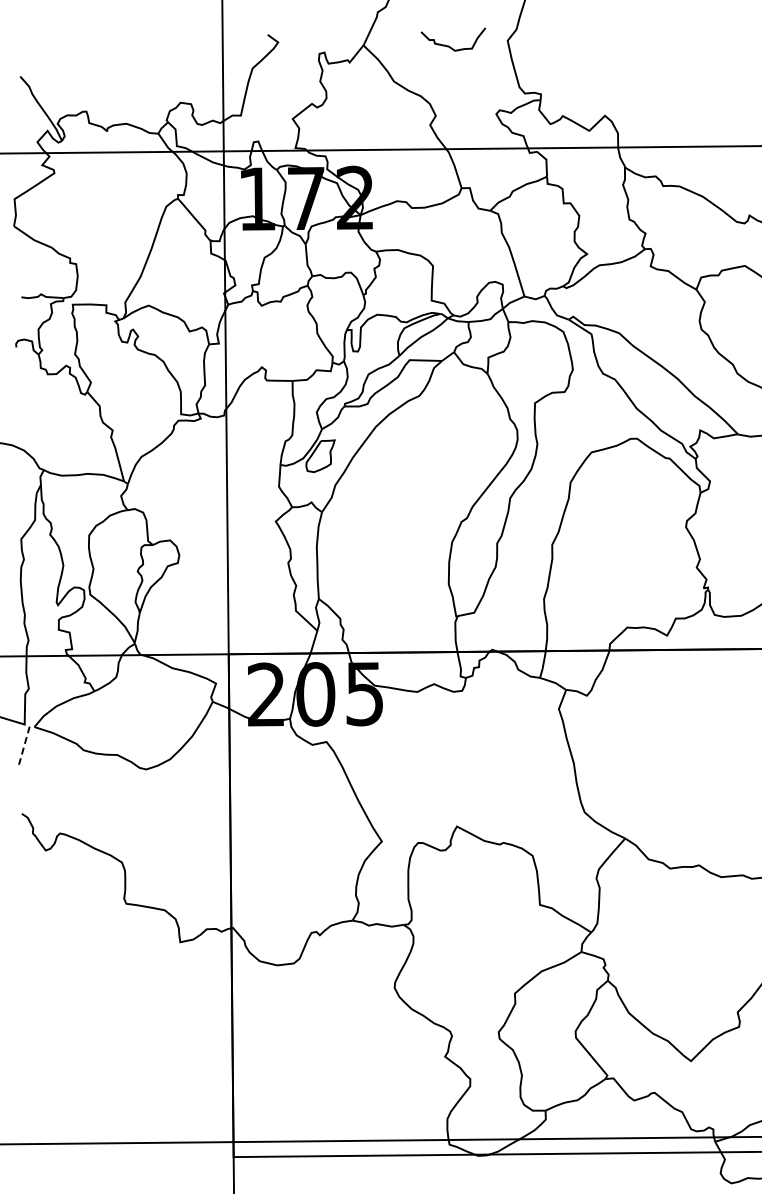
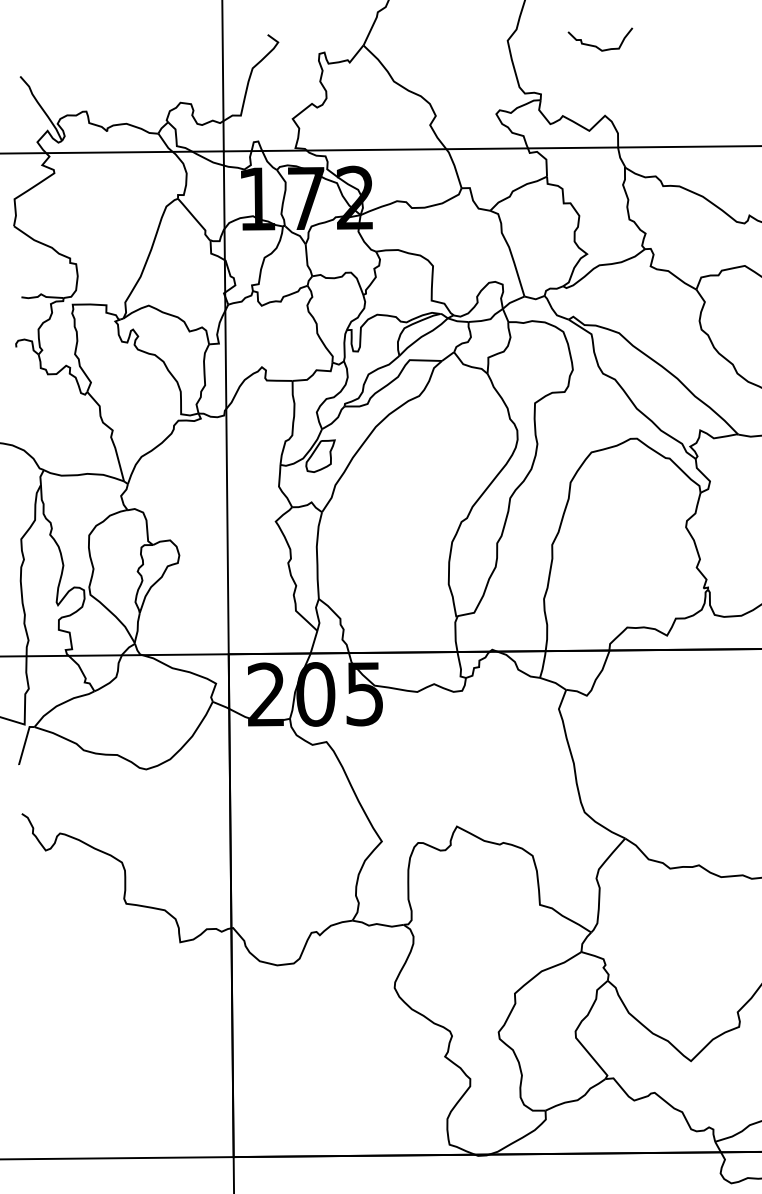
curve at (449, 45) position: (449, 45) -> (596, 45)
line at (24, 743): dashed -> solid
line at (380, 1140) position: (380, 1140) -> (380, 1155)
